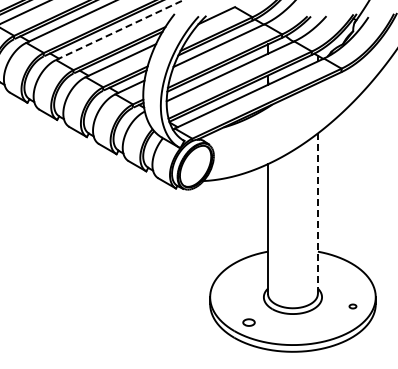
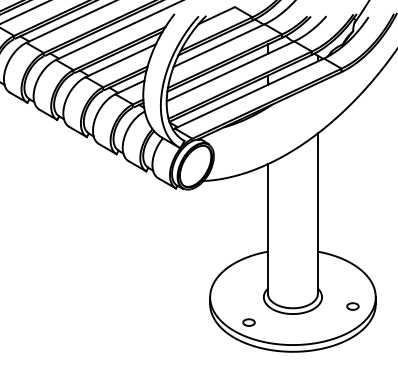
line at (120, 29): dashed -> solid
line at (317, 213): dashed -> solid
part at (352, 306) size: 10x7 px -> 14x9 px
